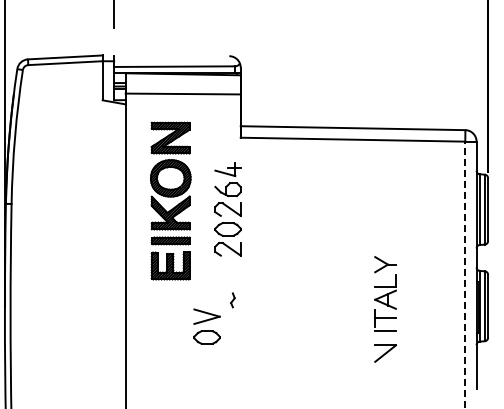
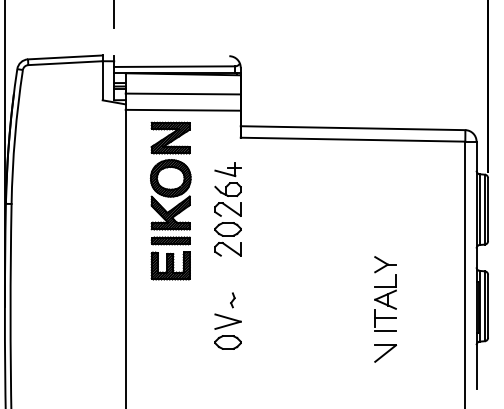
line at (182, 109): none -> present
line at (465, 275): dashed -> solid
part at (206, 326) position: (206, 326) -> (227, 331)
